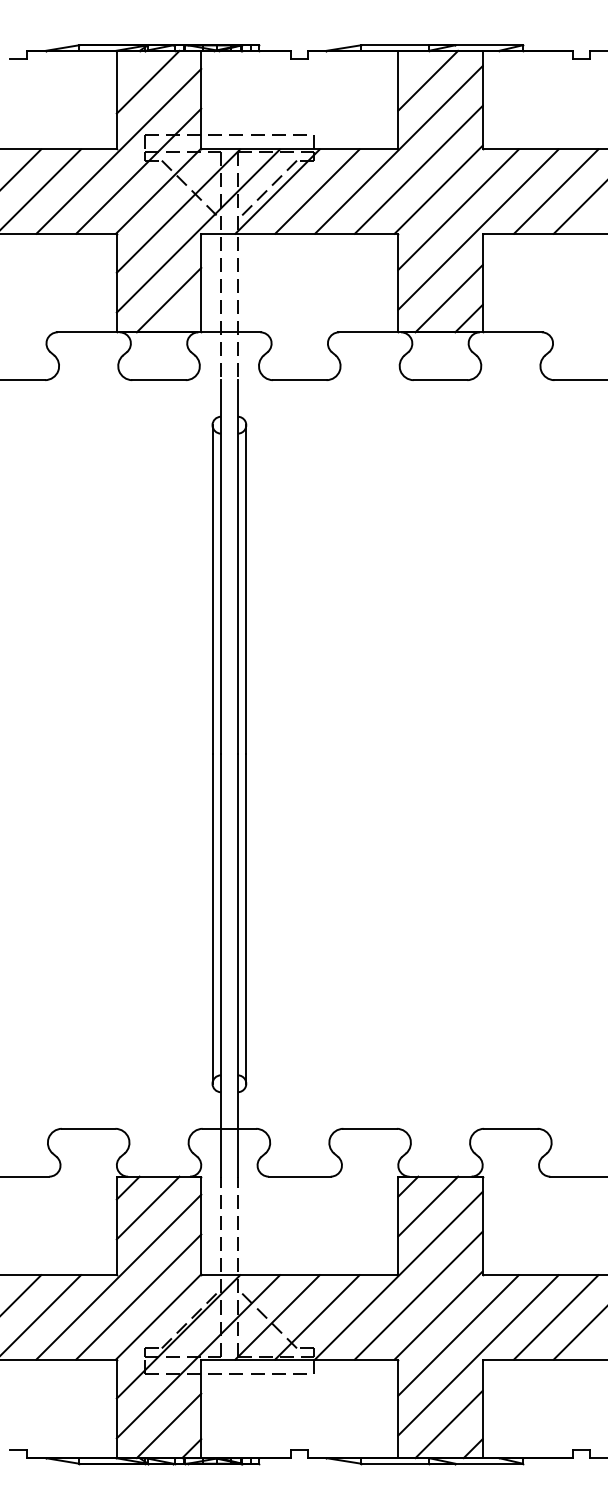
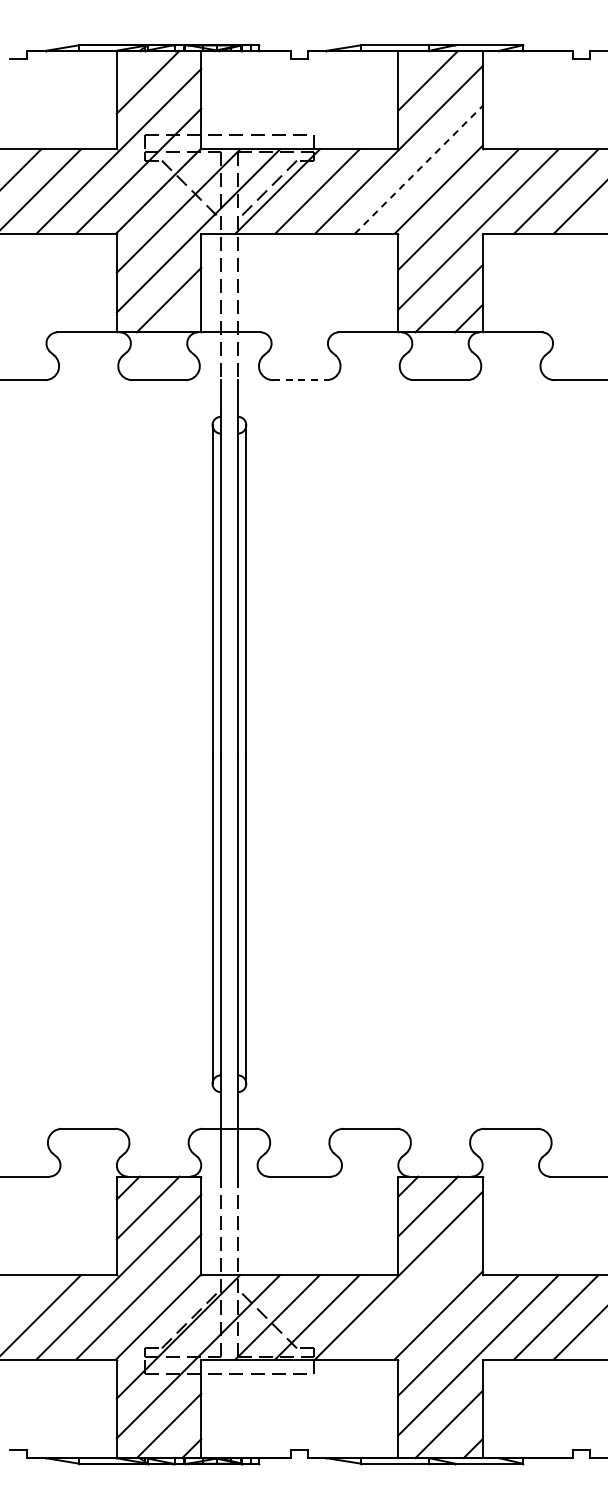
line at (419, 169): solid -> dashed
line at (299, 380): solid -> dashed
line at (21, 1294): present -> none
line at (418, 1295): present -> none
